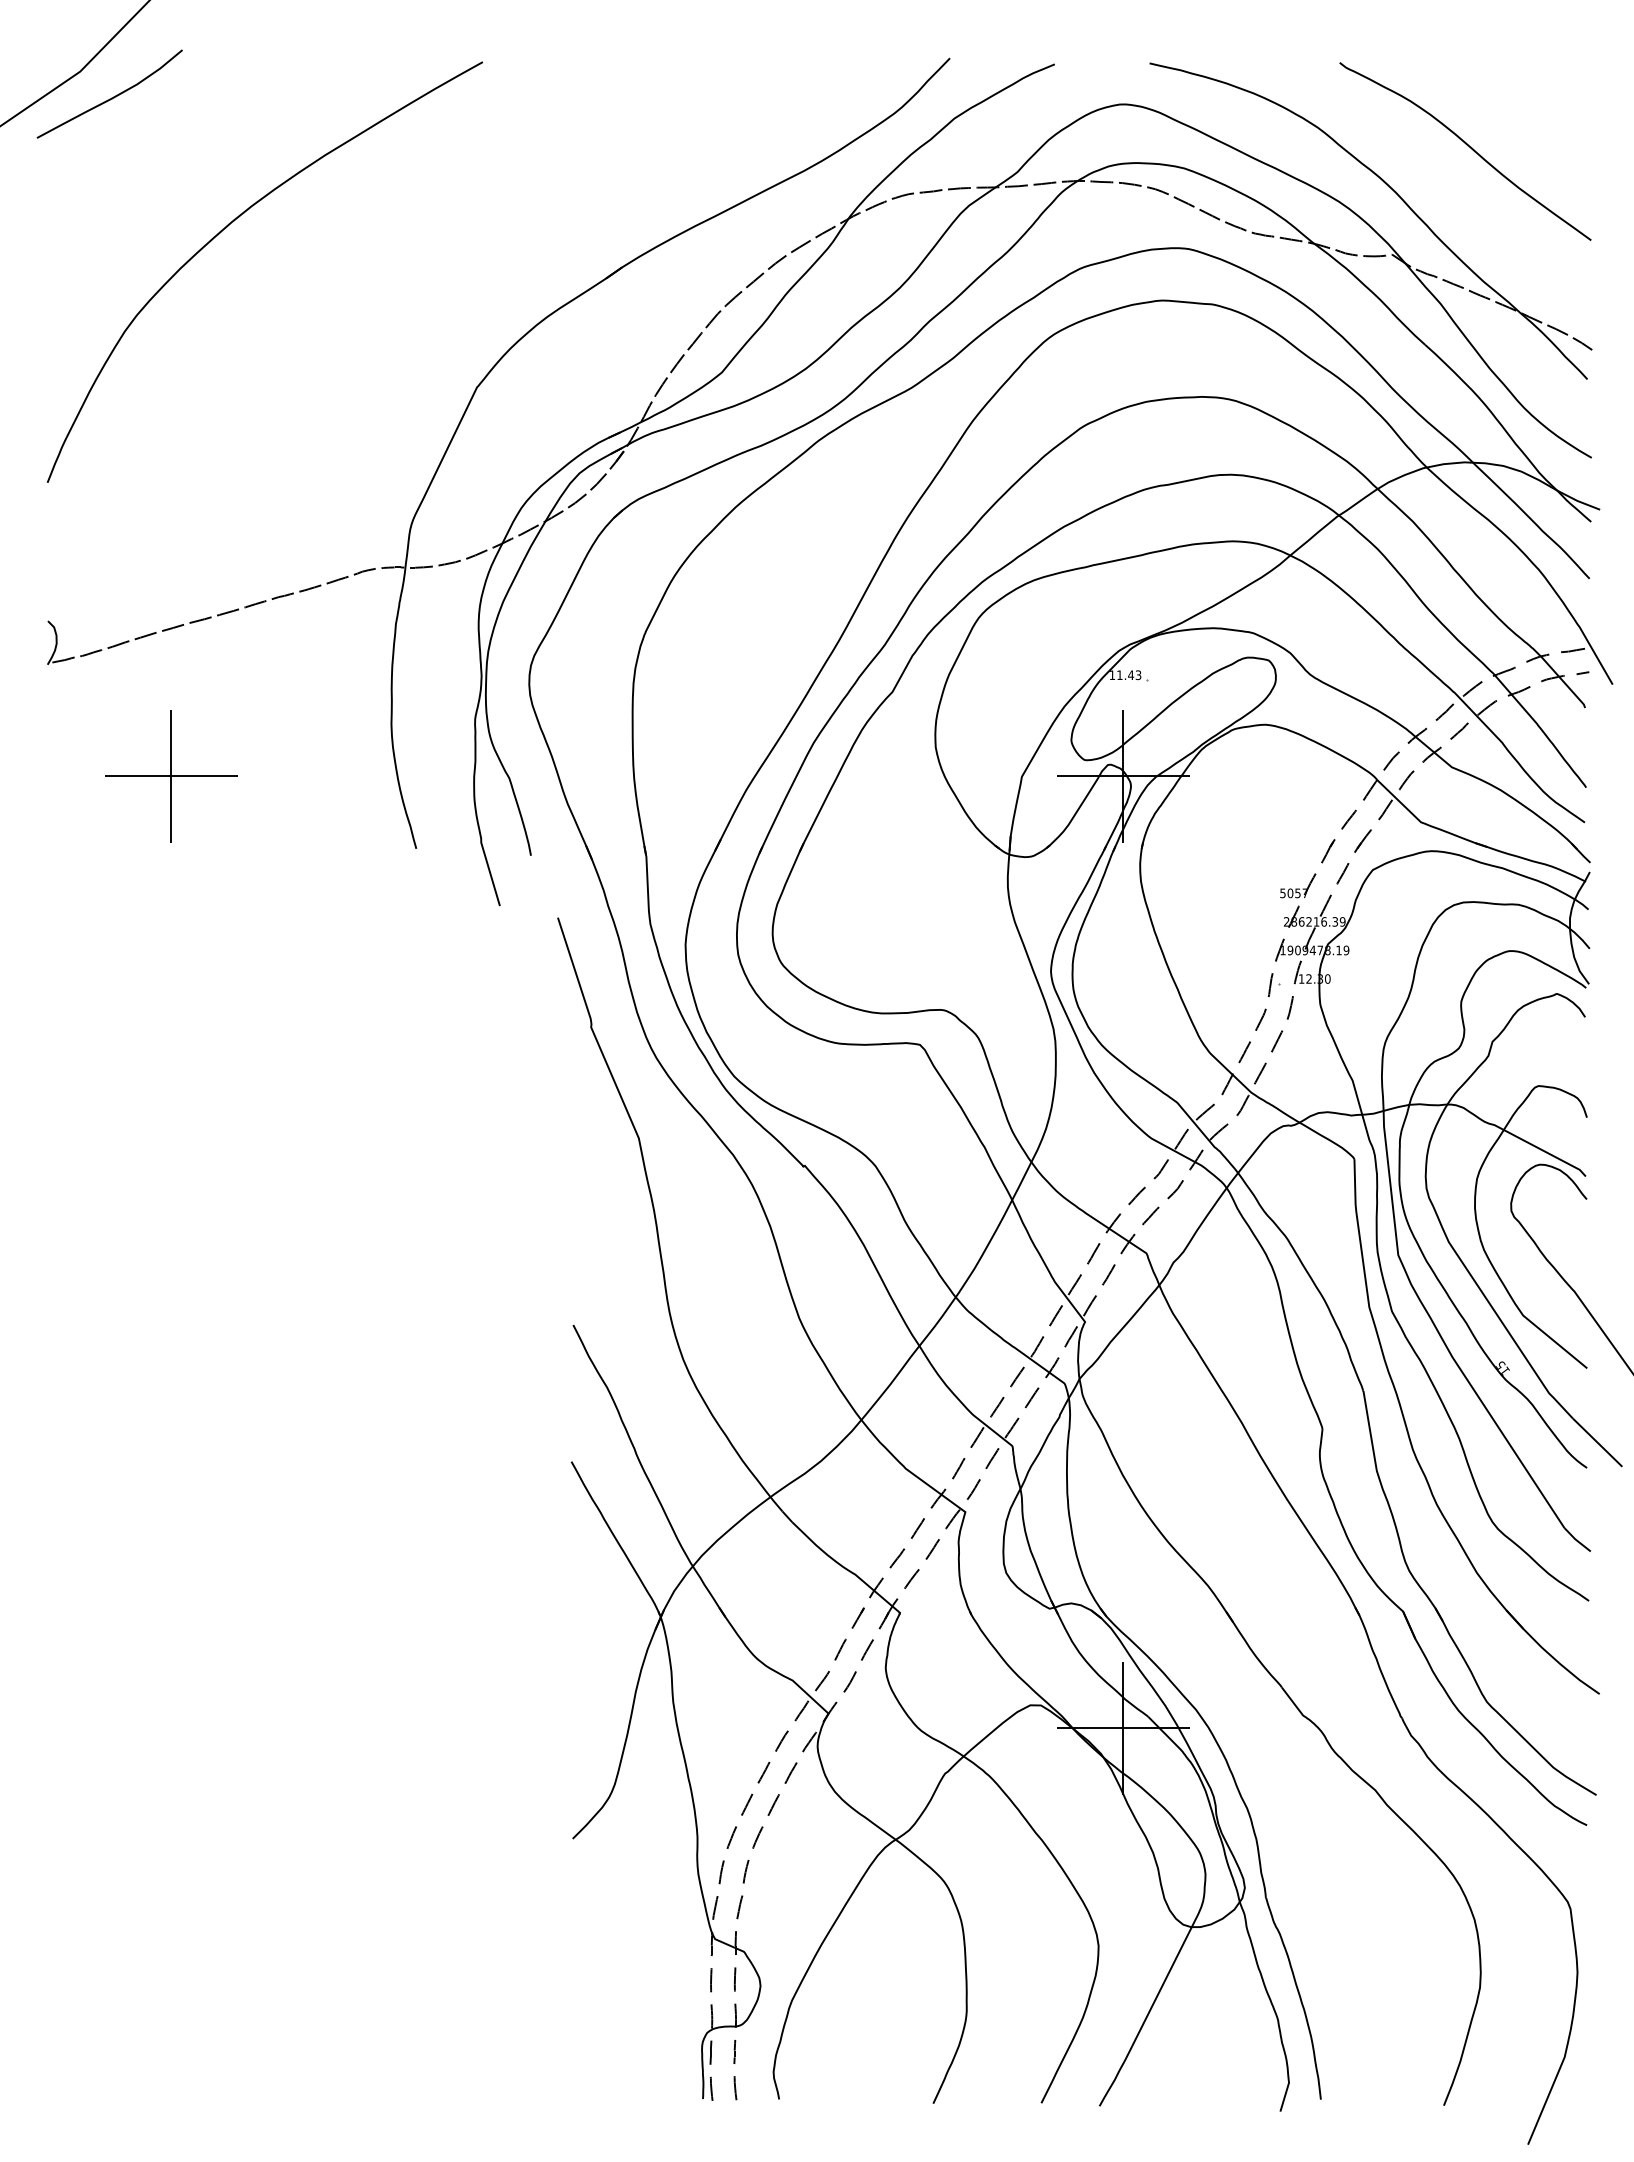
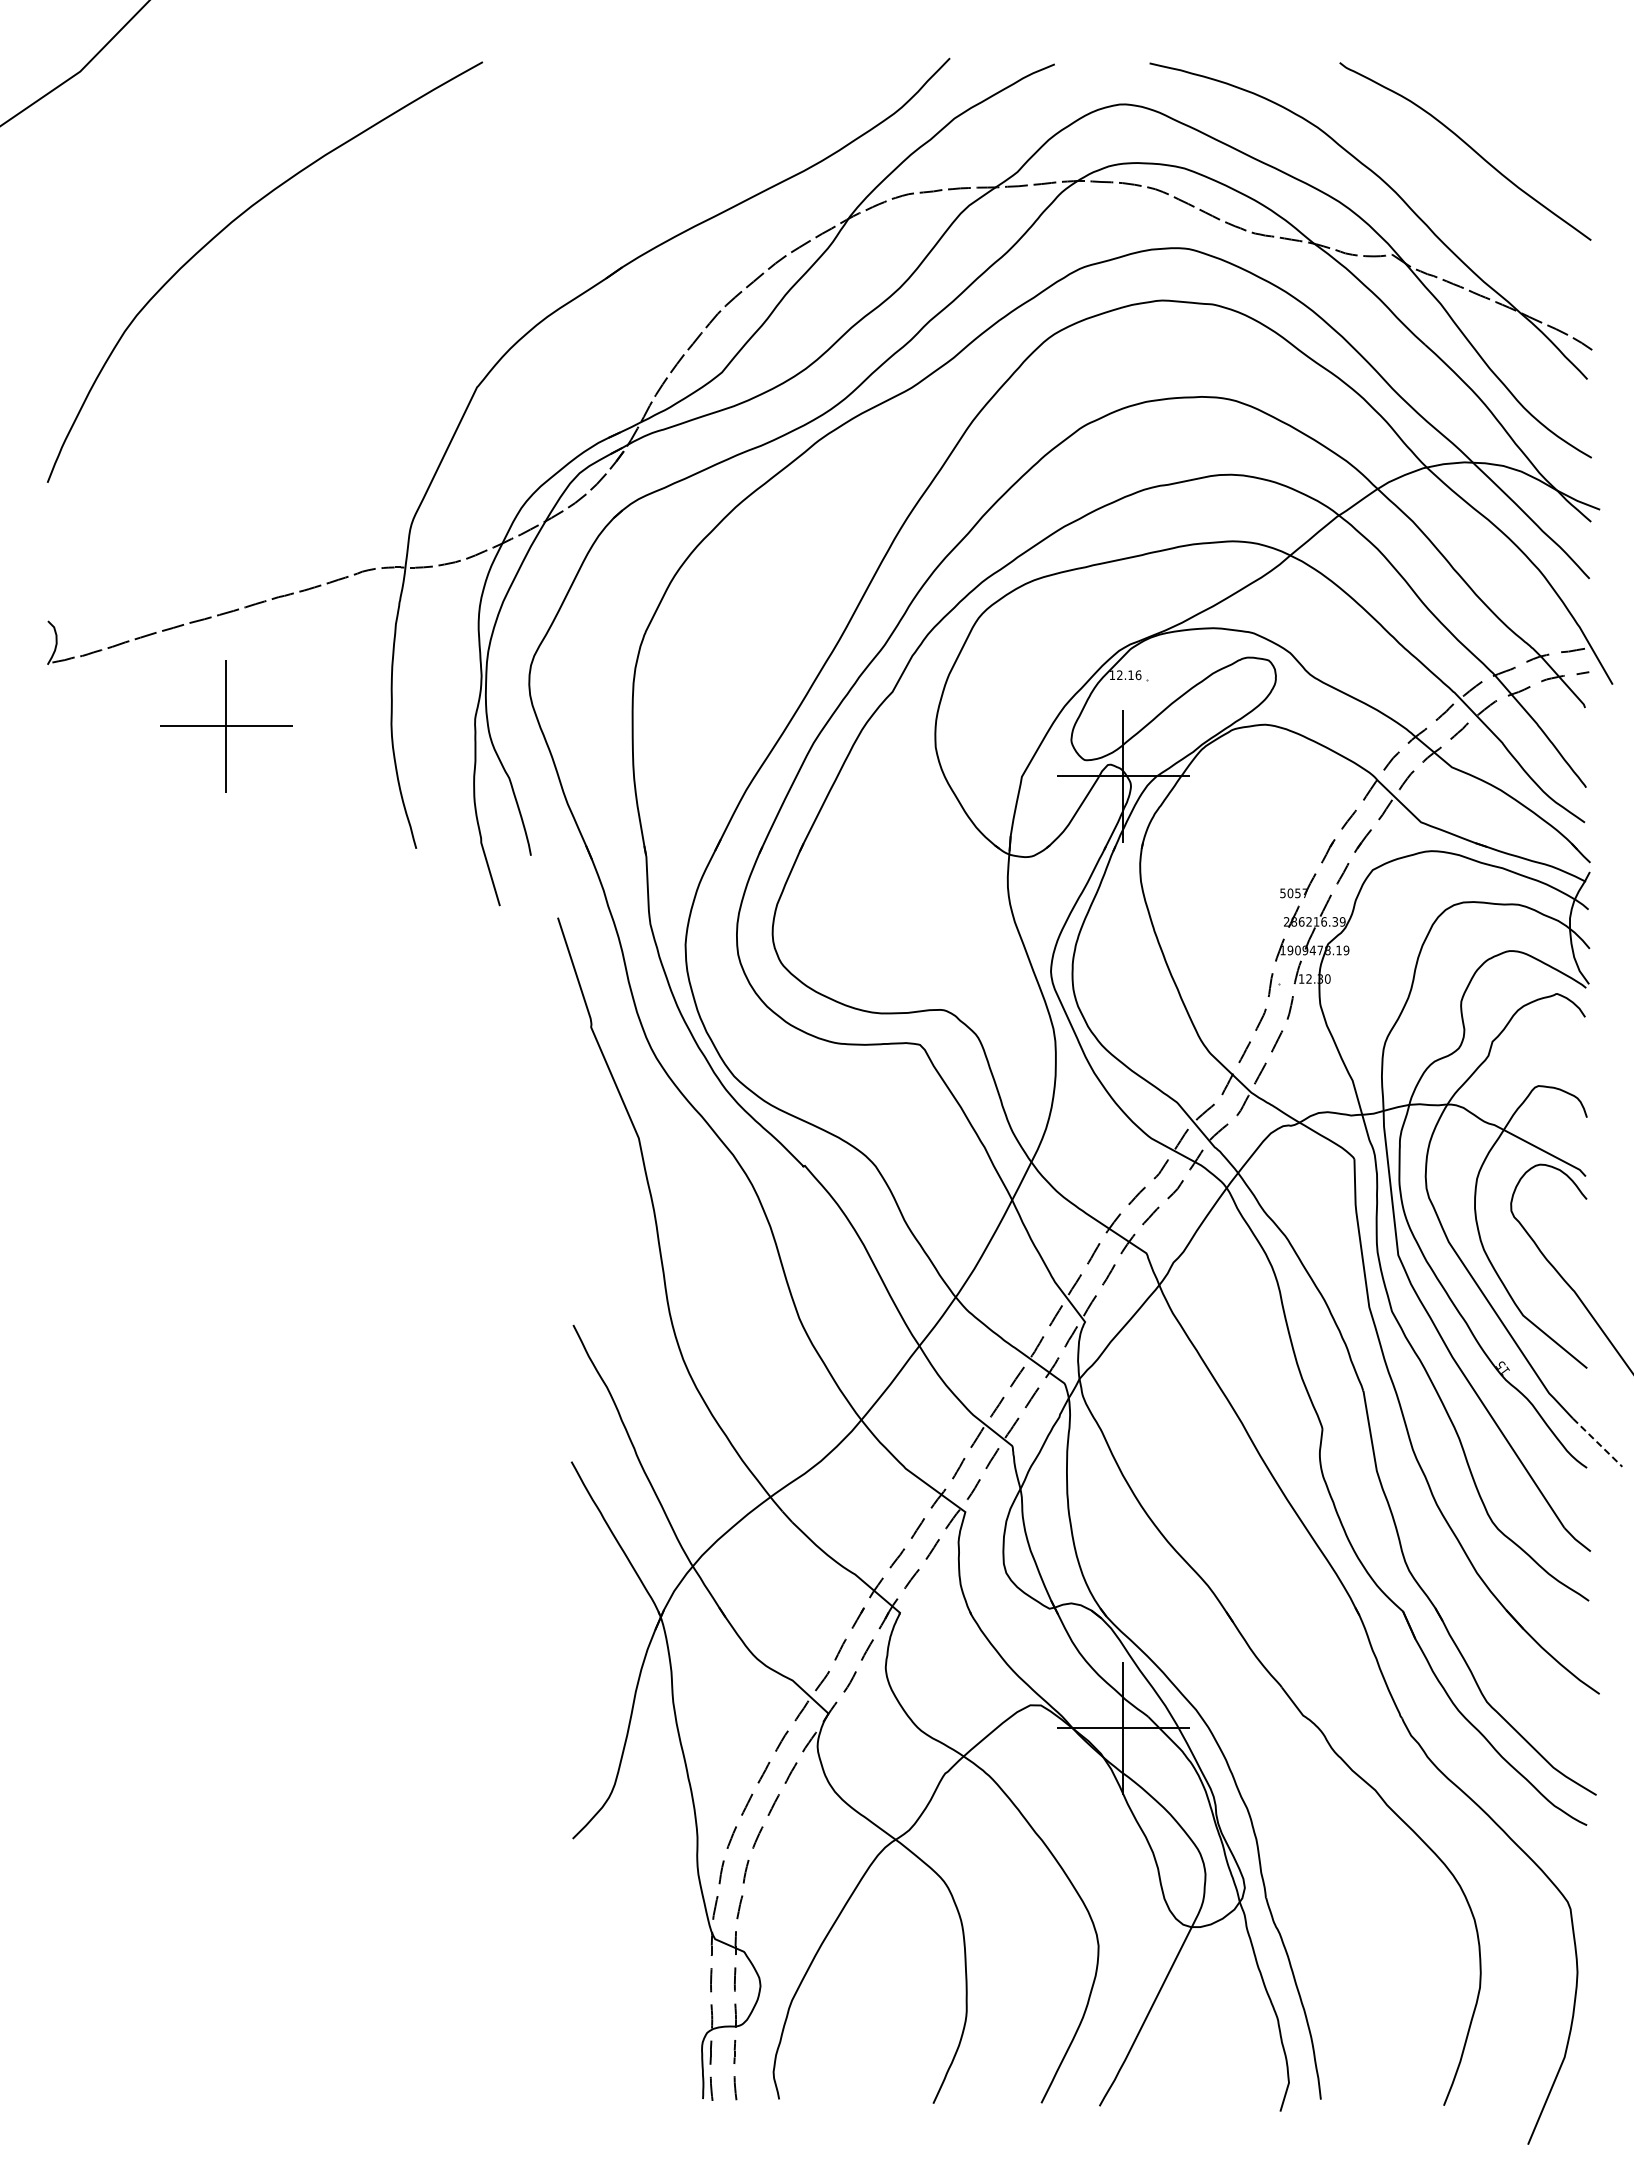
curve at (111, 97): present -> none
text at (1129, 675): 11.43 -> 12.16
part at (171, 776) position: (171, 776) -> (226, 726)
line at (1598, 1443): solid -> dashed
